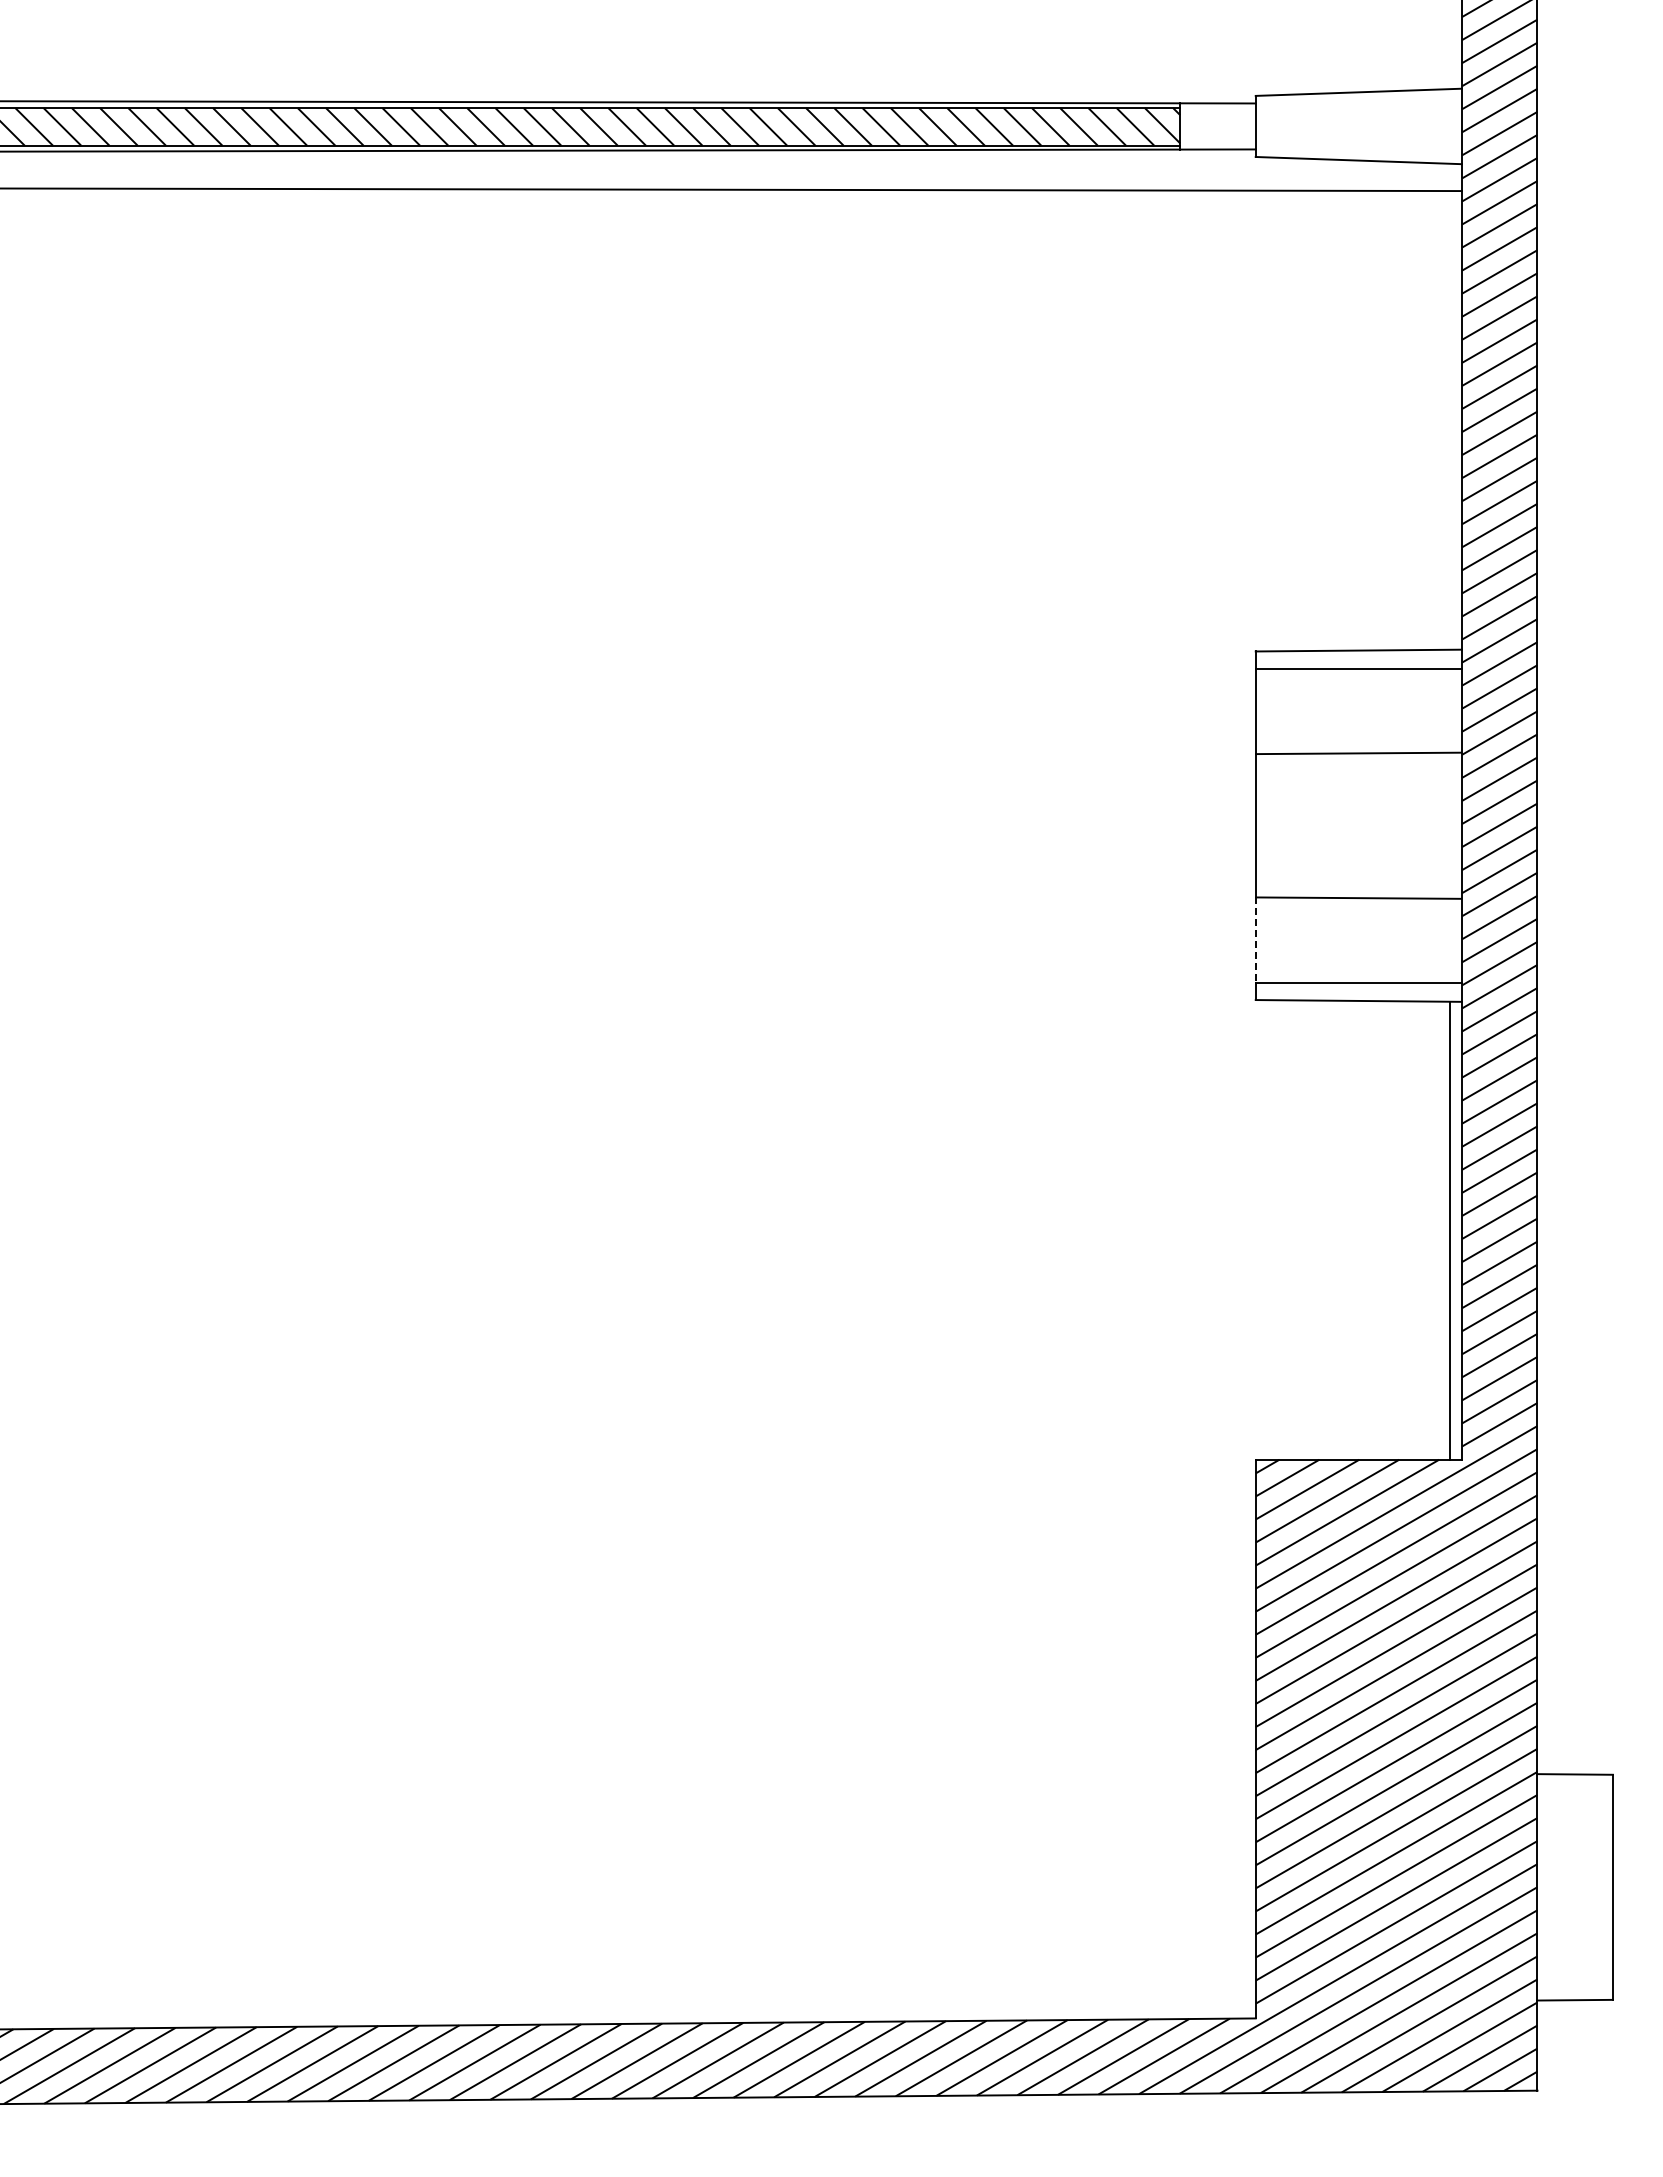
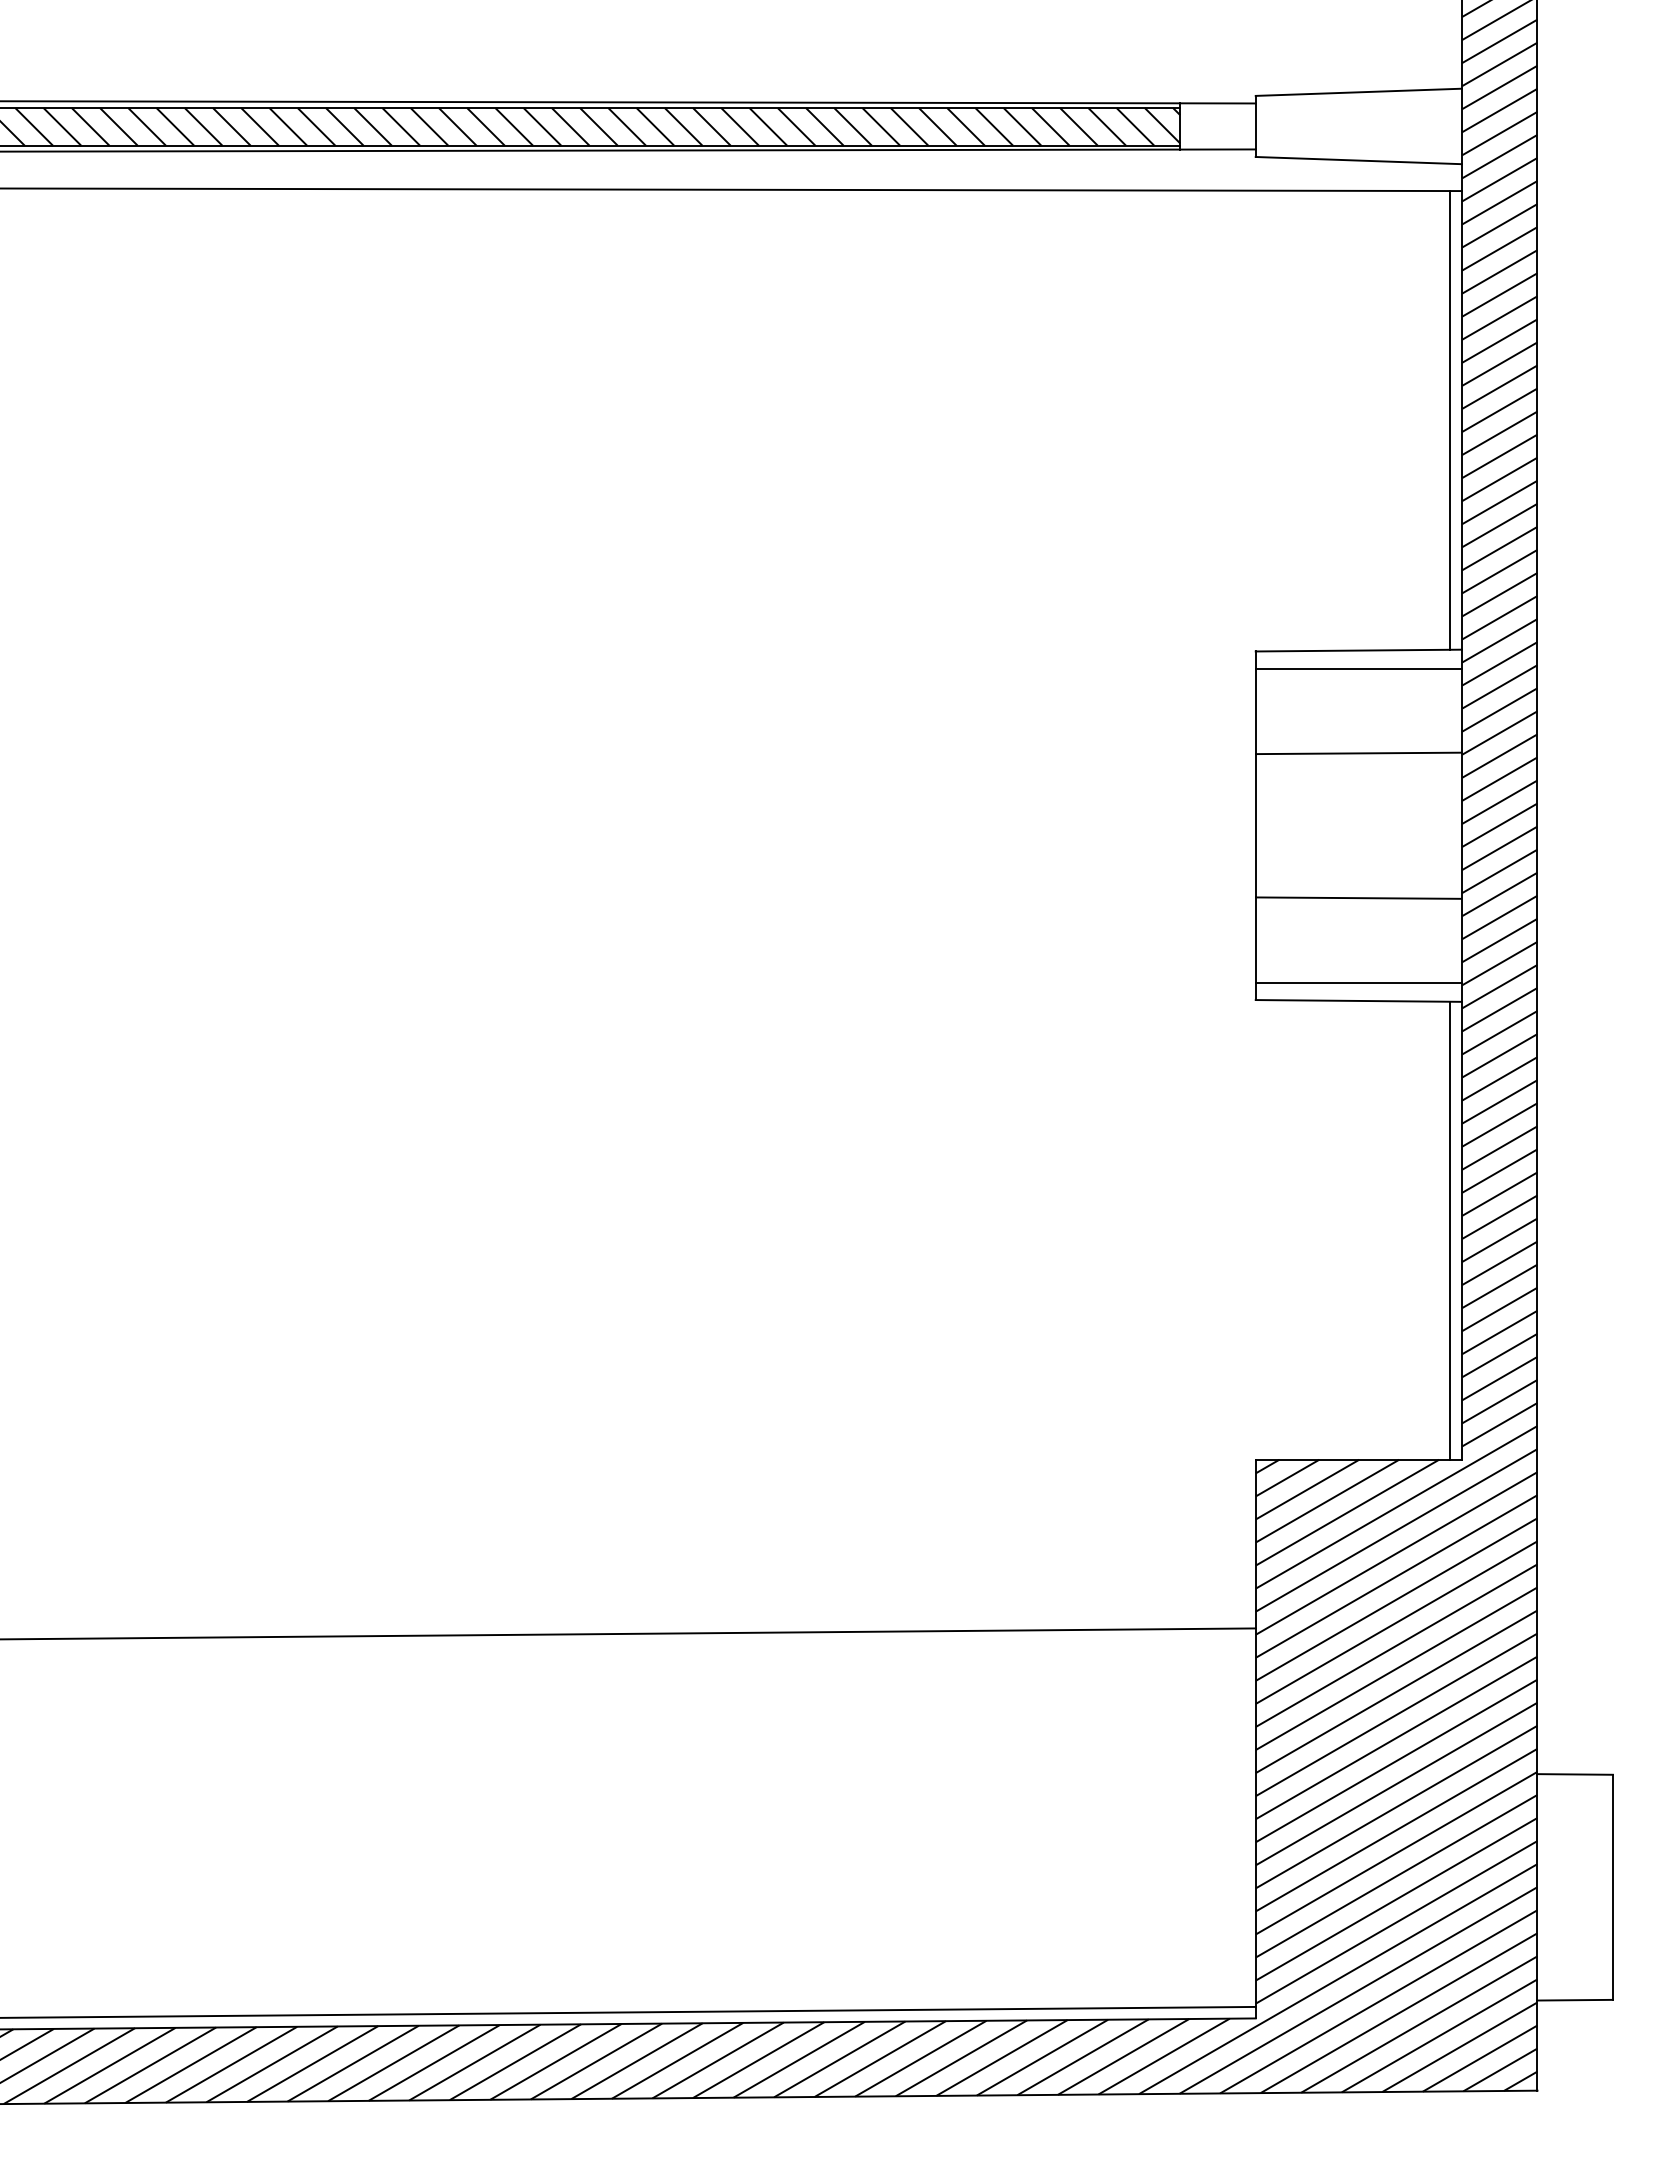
line at (1449, 420): none -> present
line at (1255, 940): dashed -> solid
line at (628, 1633): none -> present
line at (628, 2011): none -> present
